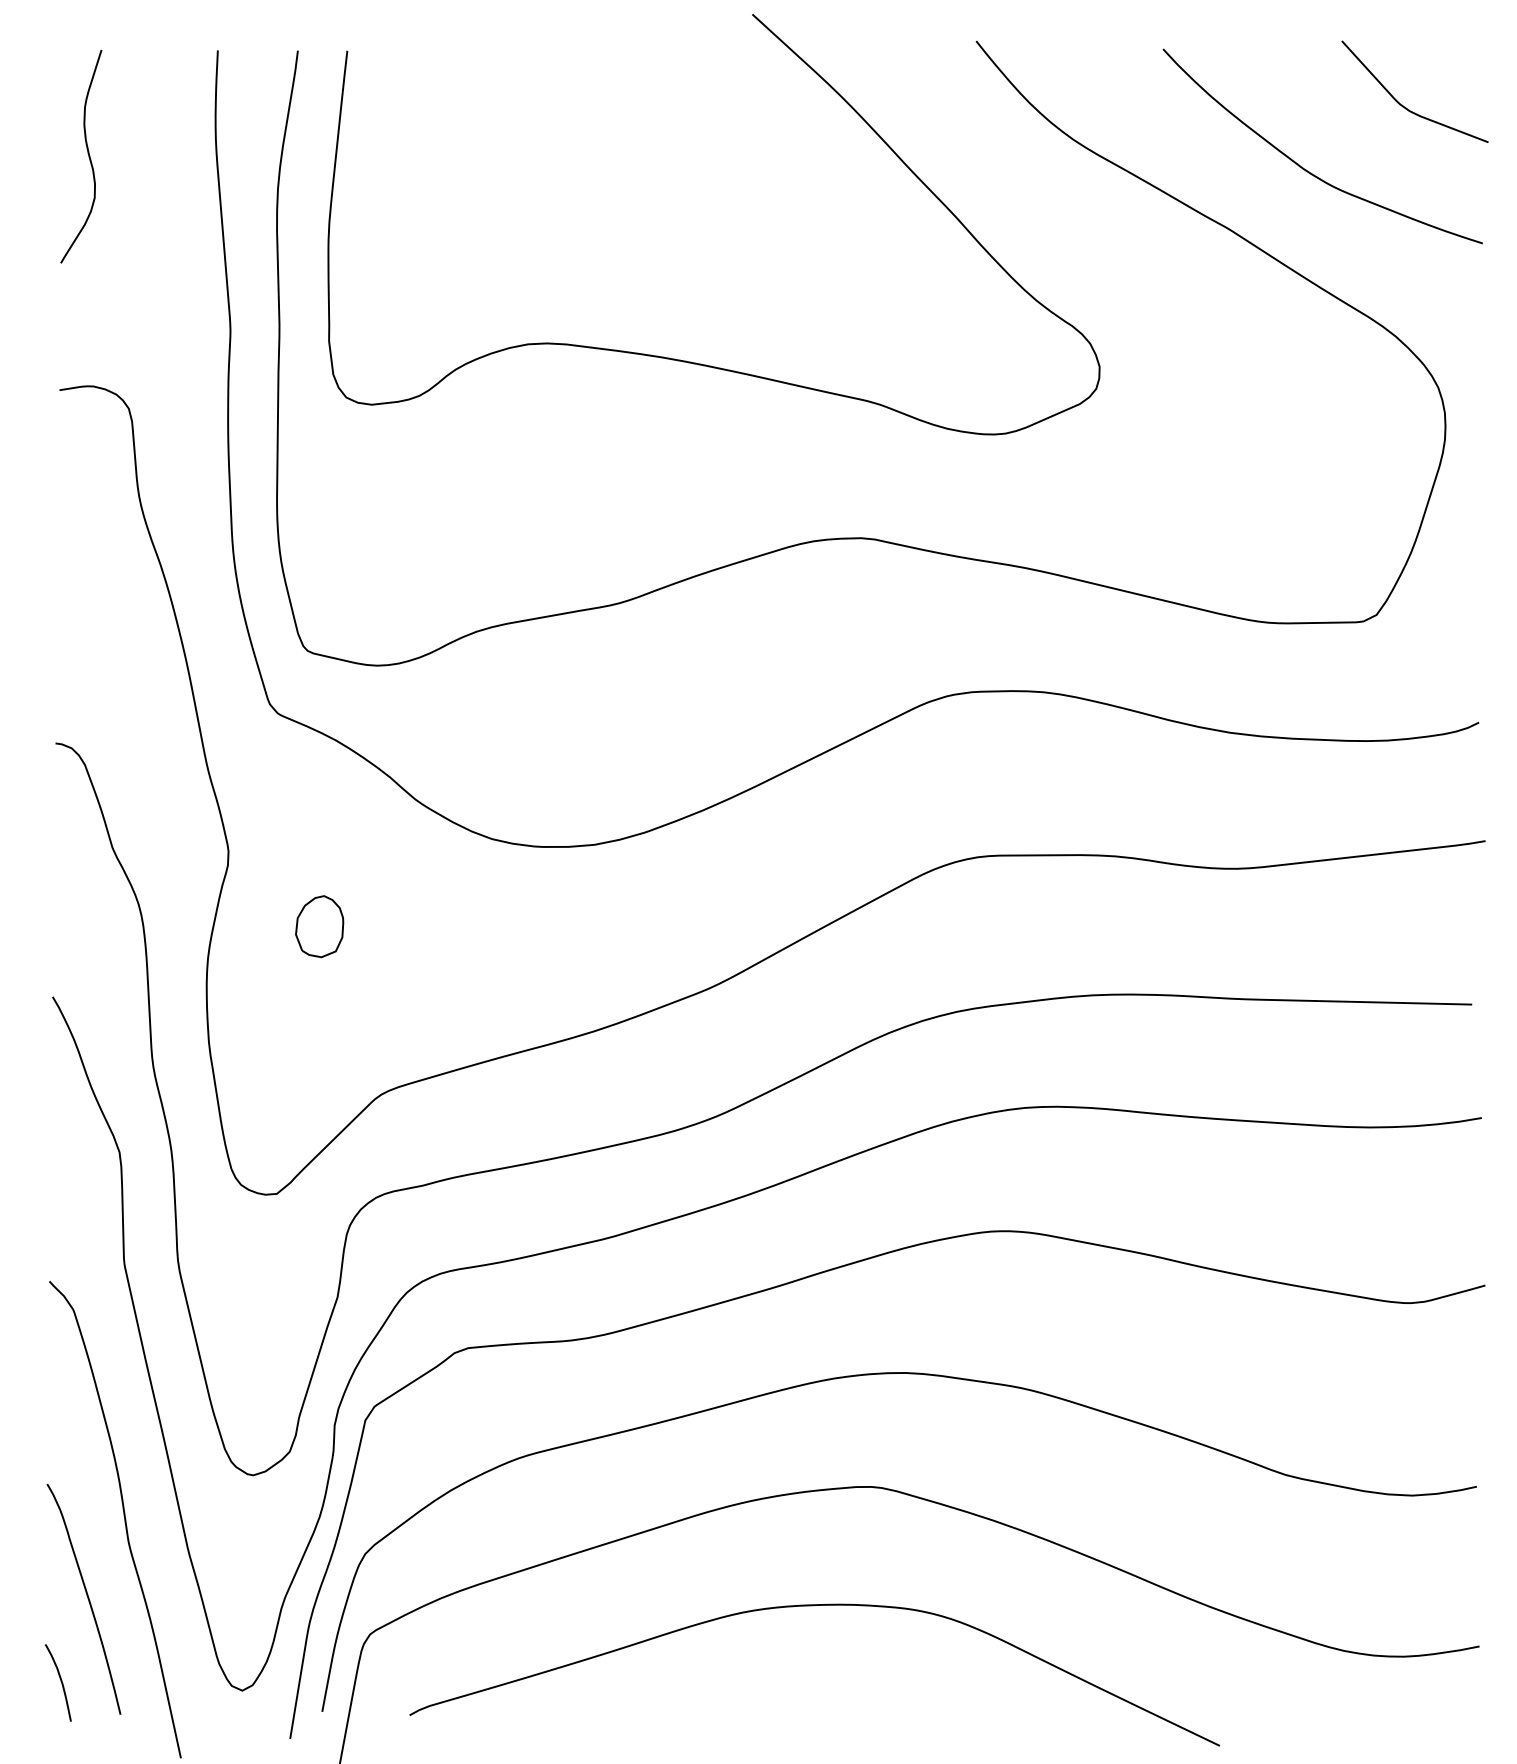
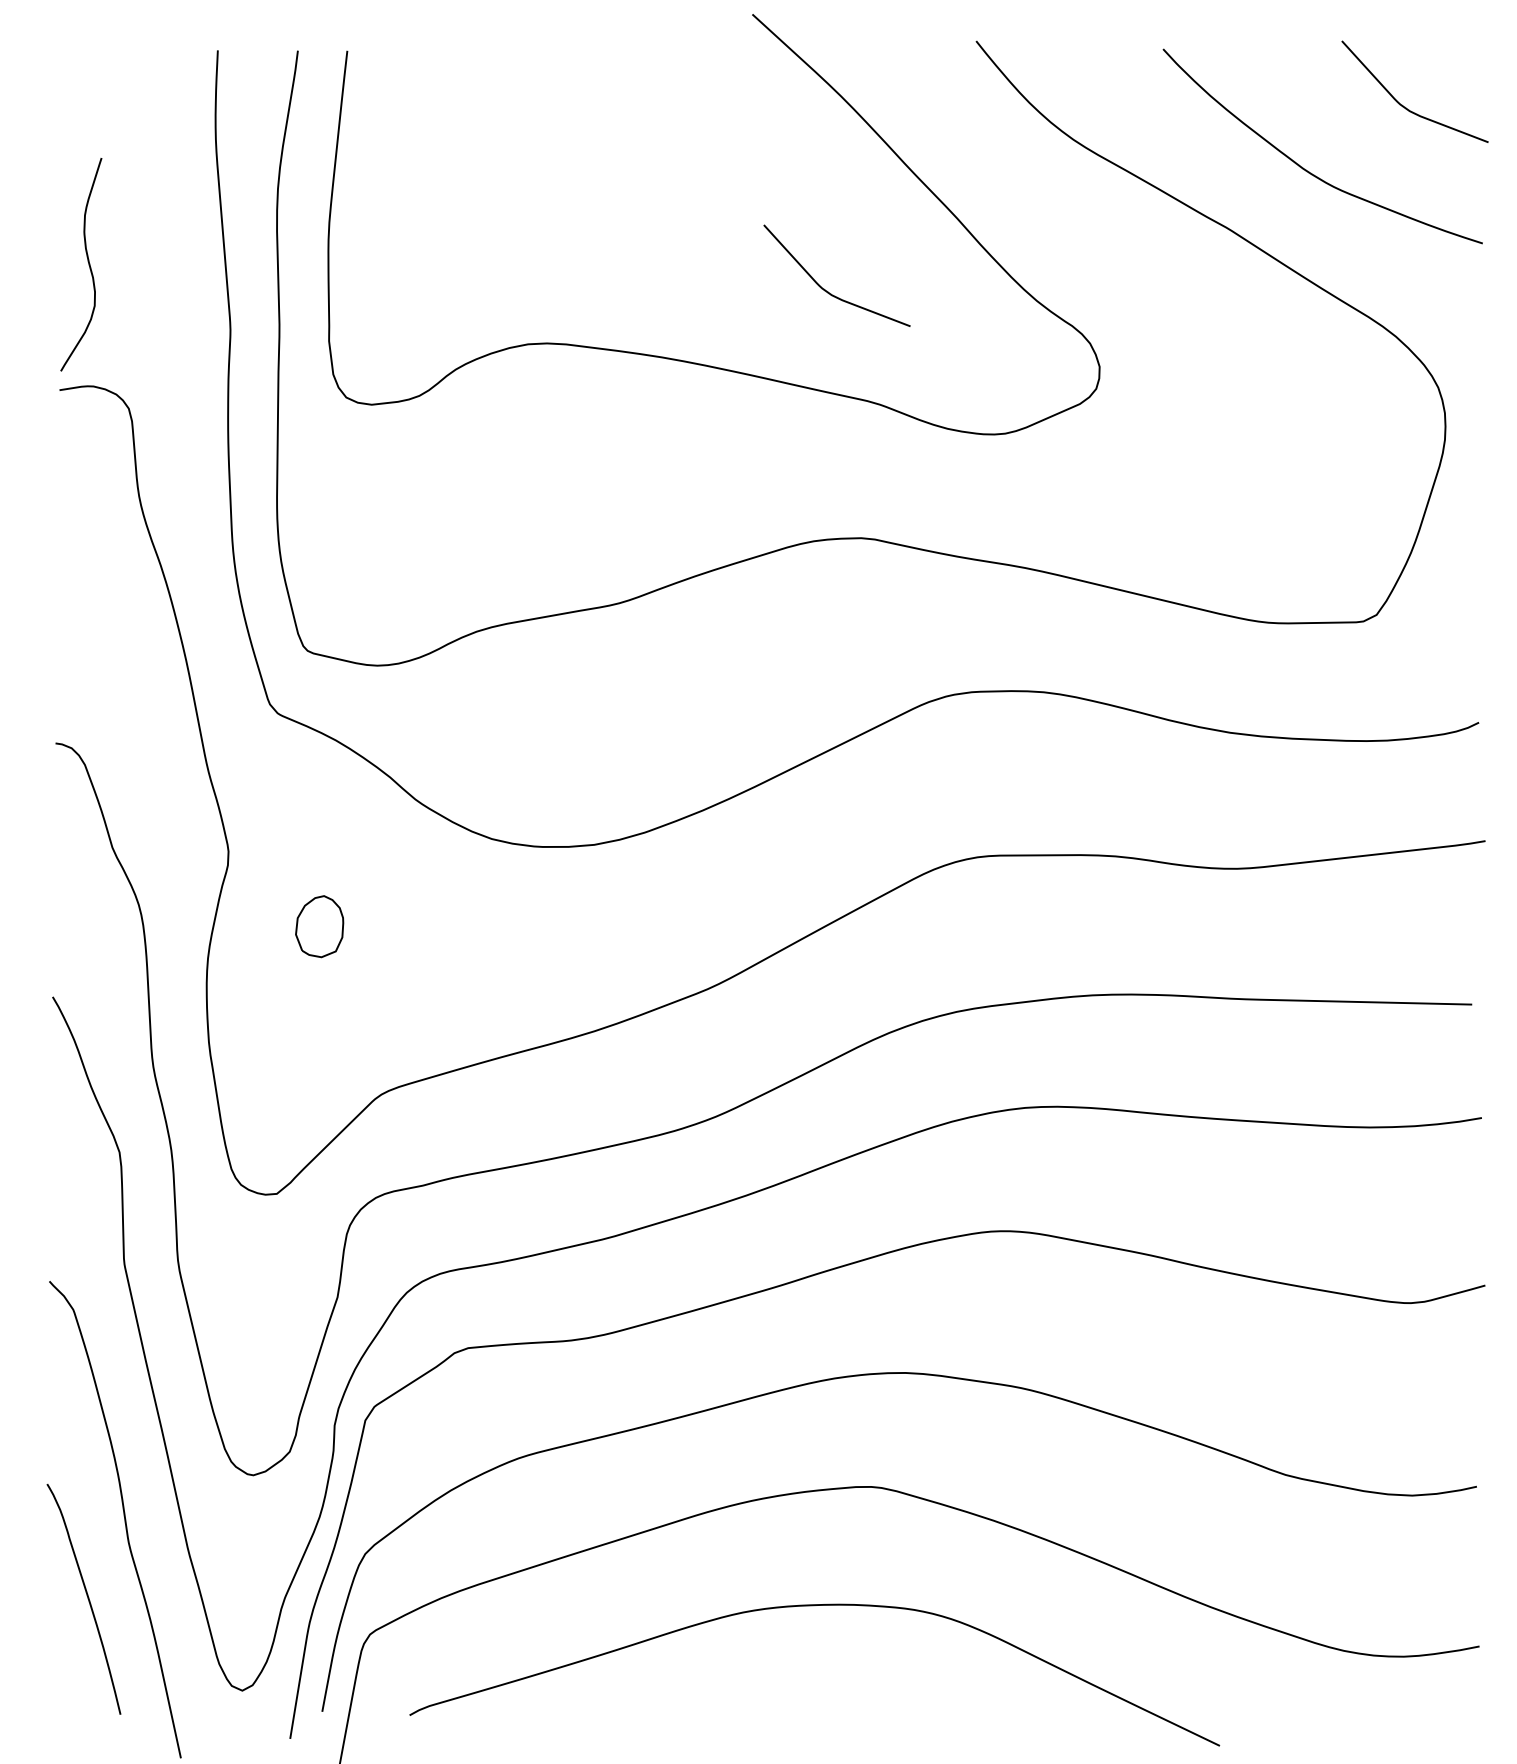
curve at (87, 153) position: (87, 153) -> (87, 261)
curve at (824, 288): none -> present
curve at (60, 1681): present -> none
